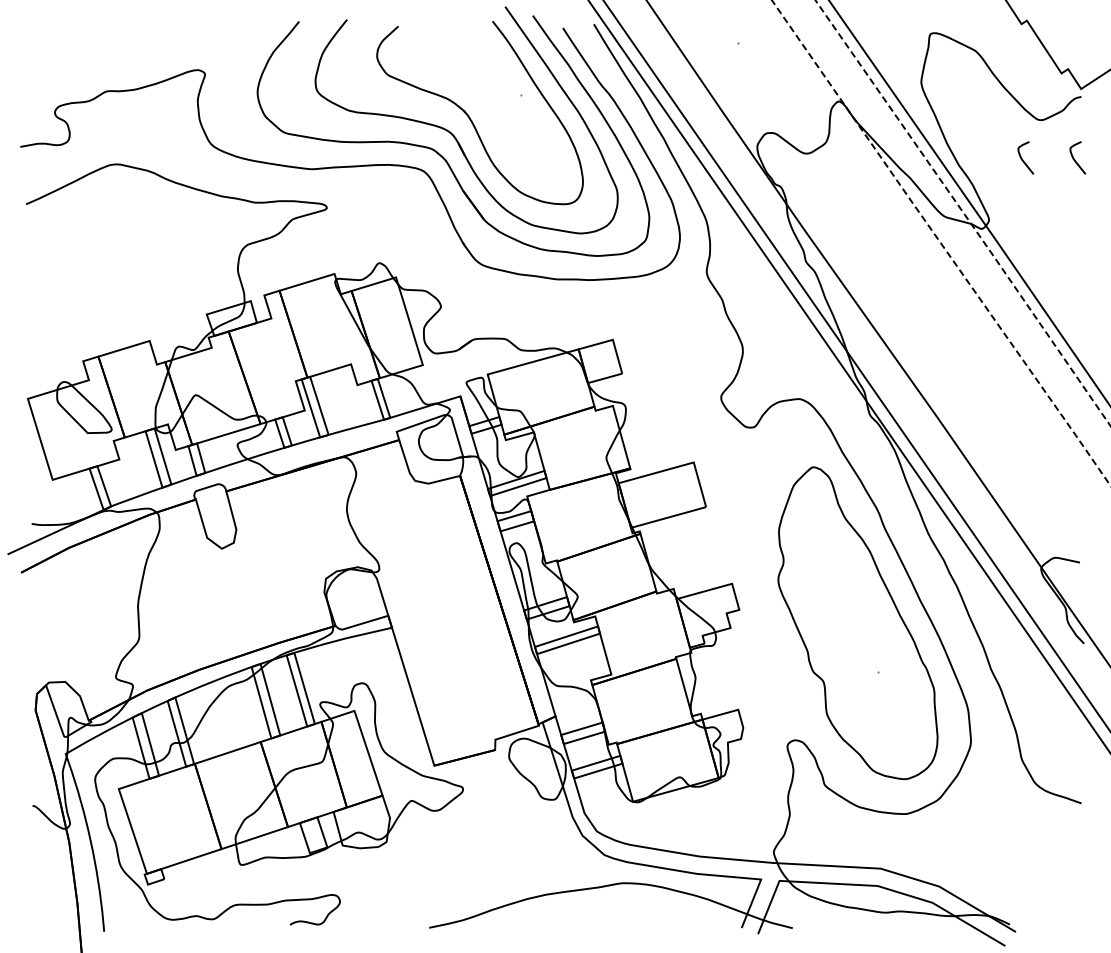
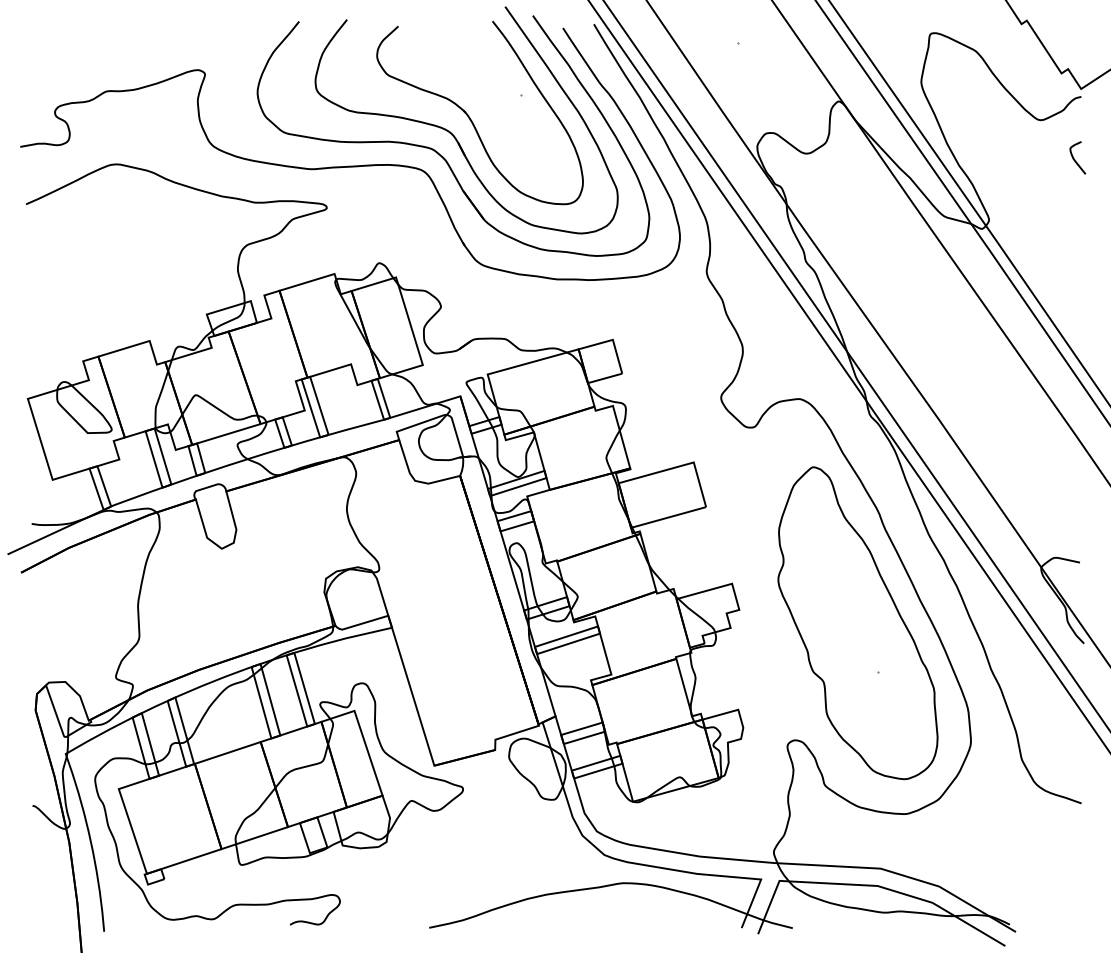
curve at (1023, 159): present -> none
line at (964, 213): dashed -> solid
line at (941, 243): dashed -> solid
